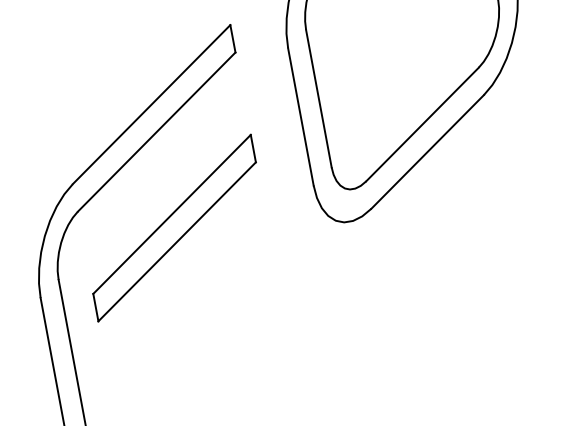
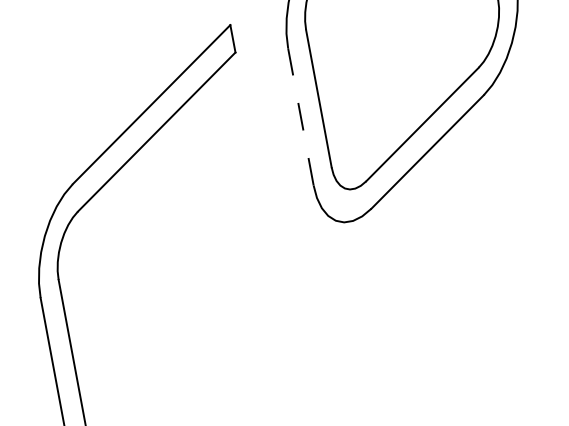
line at (300, 116): solid -> dashed
part at (174, 227): present -> none
